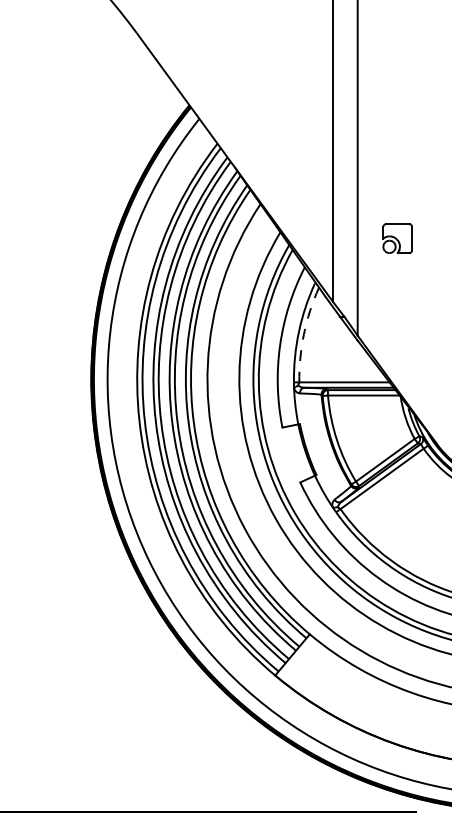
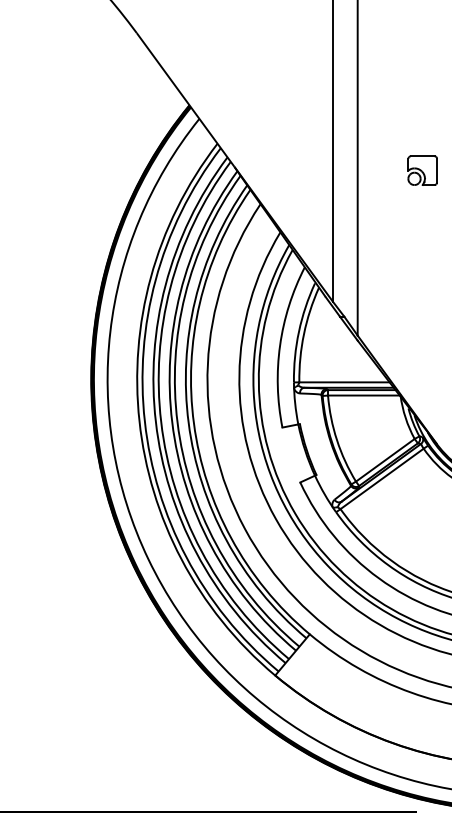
part at (397, 238) position: (397, 238) -> (422, 170)
arc at (303, 334): dashed -> solid
